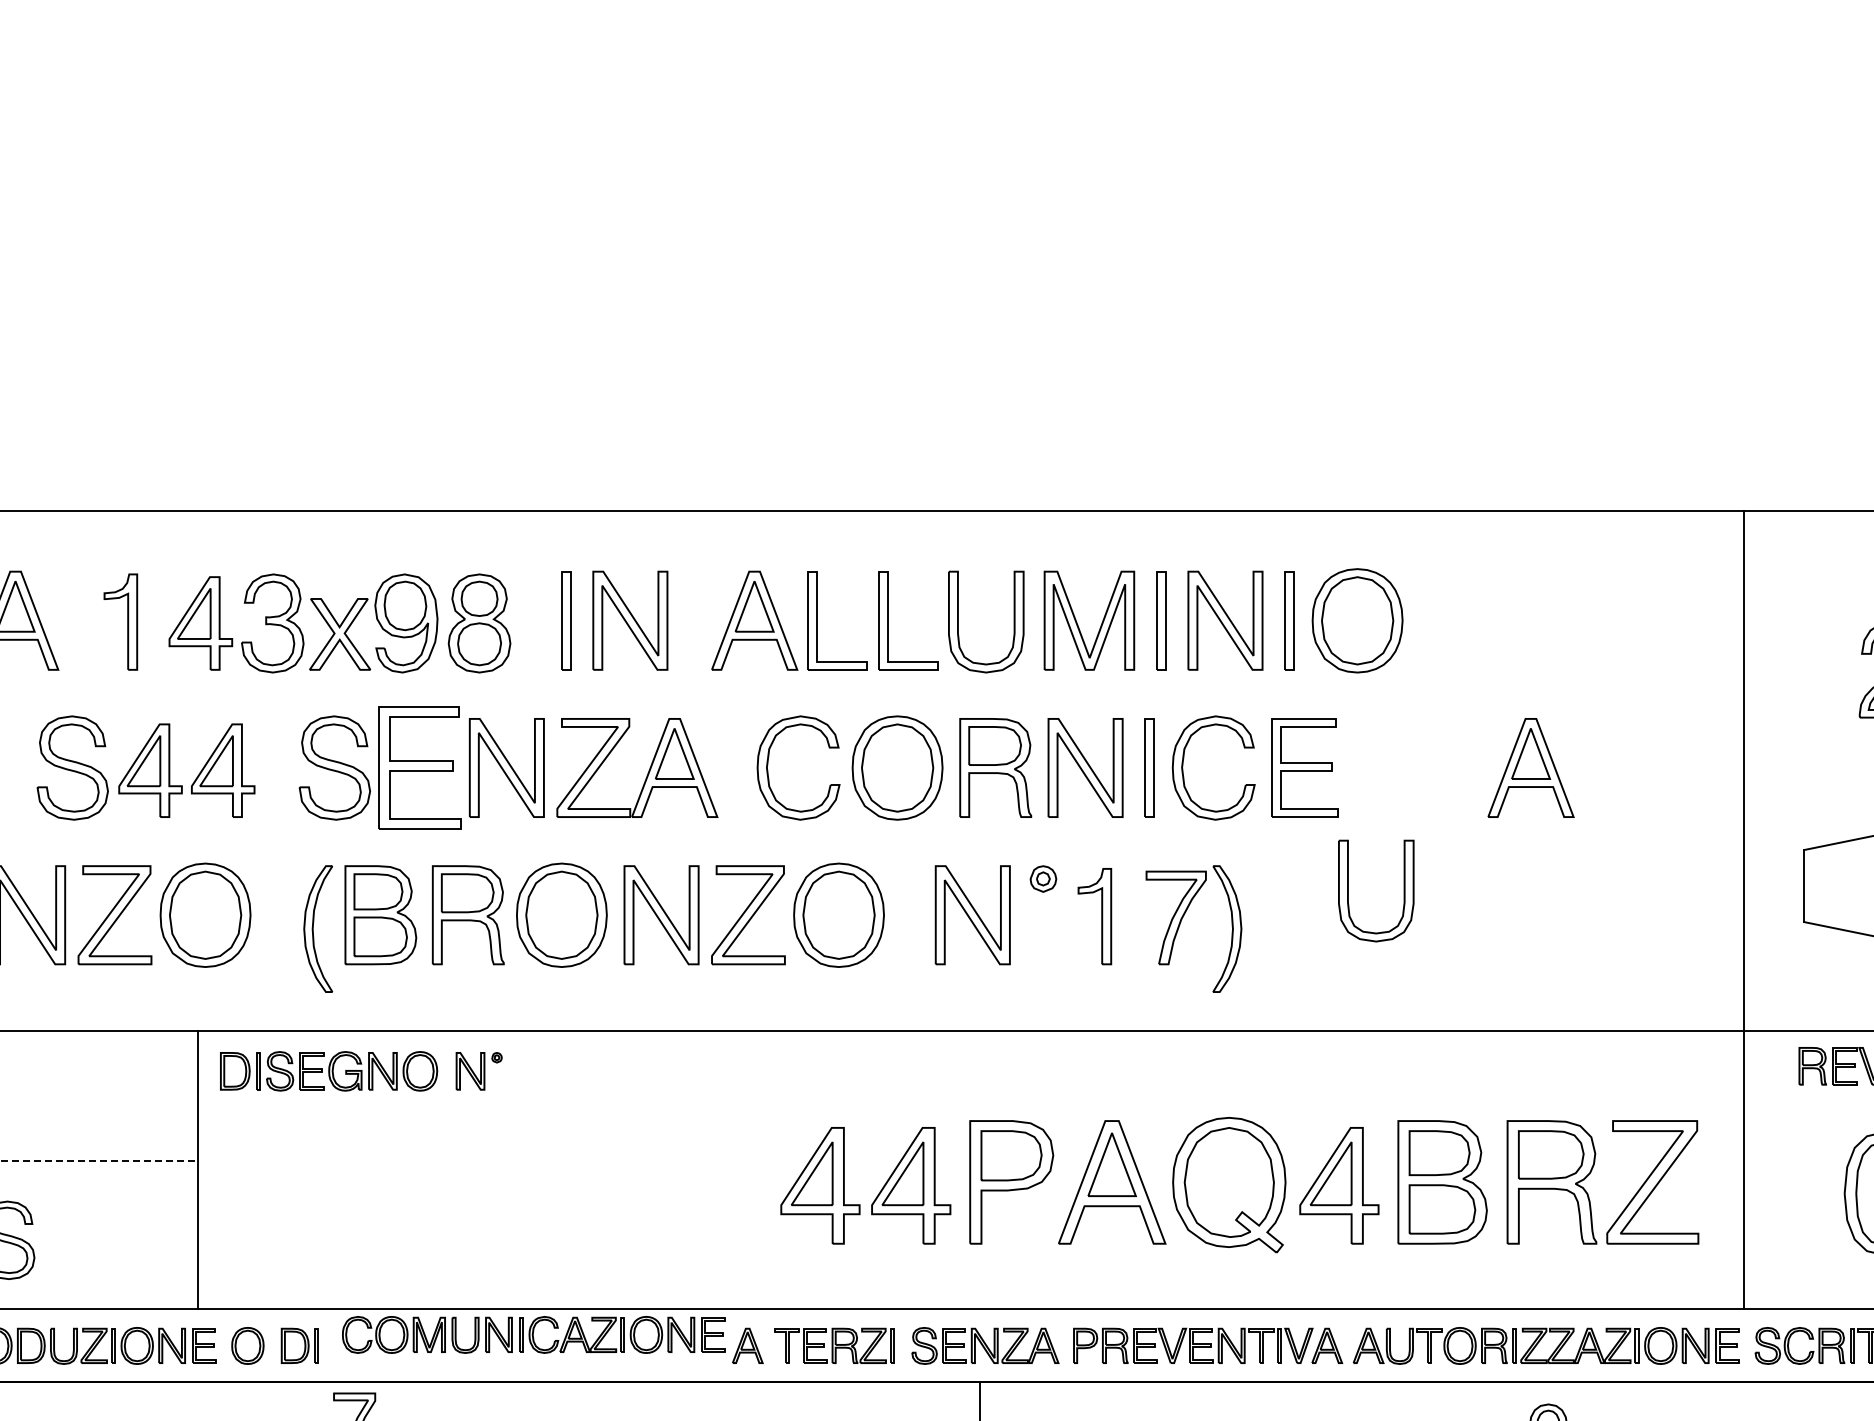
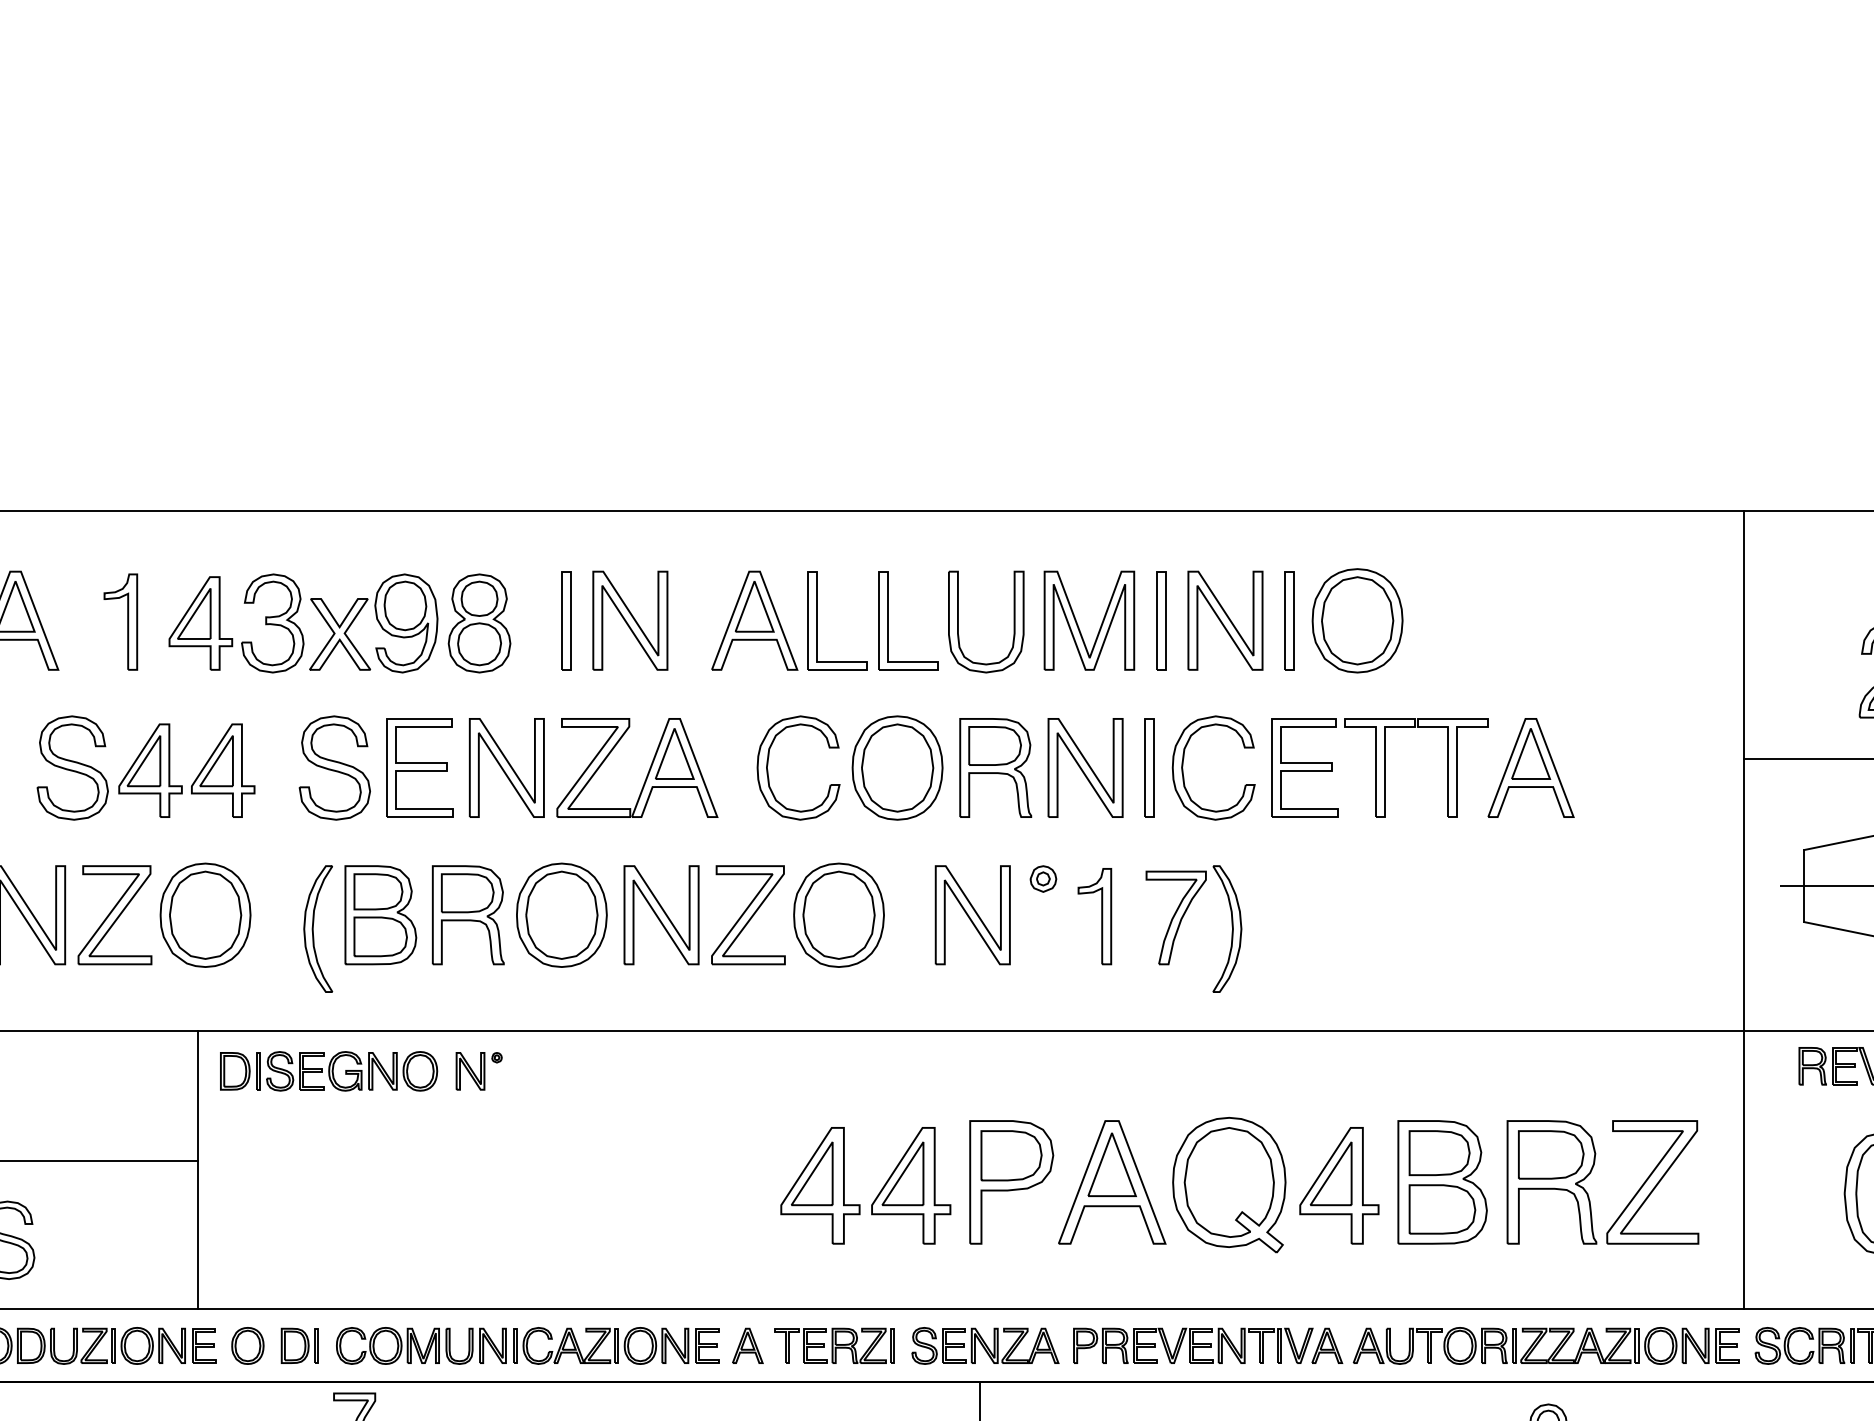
line at (1806, 759): none -> present
part at (419, 767) size: 84x124 px -> 68x100 px
part at (1385, 767): none -> present
line at (1825, 886): none -> present
part at (1403, 890): present -> none
line at (99, 1161): dashed -> solid
part at (533, 1334) position: (533, 1334) -> (527, 1345)
